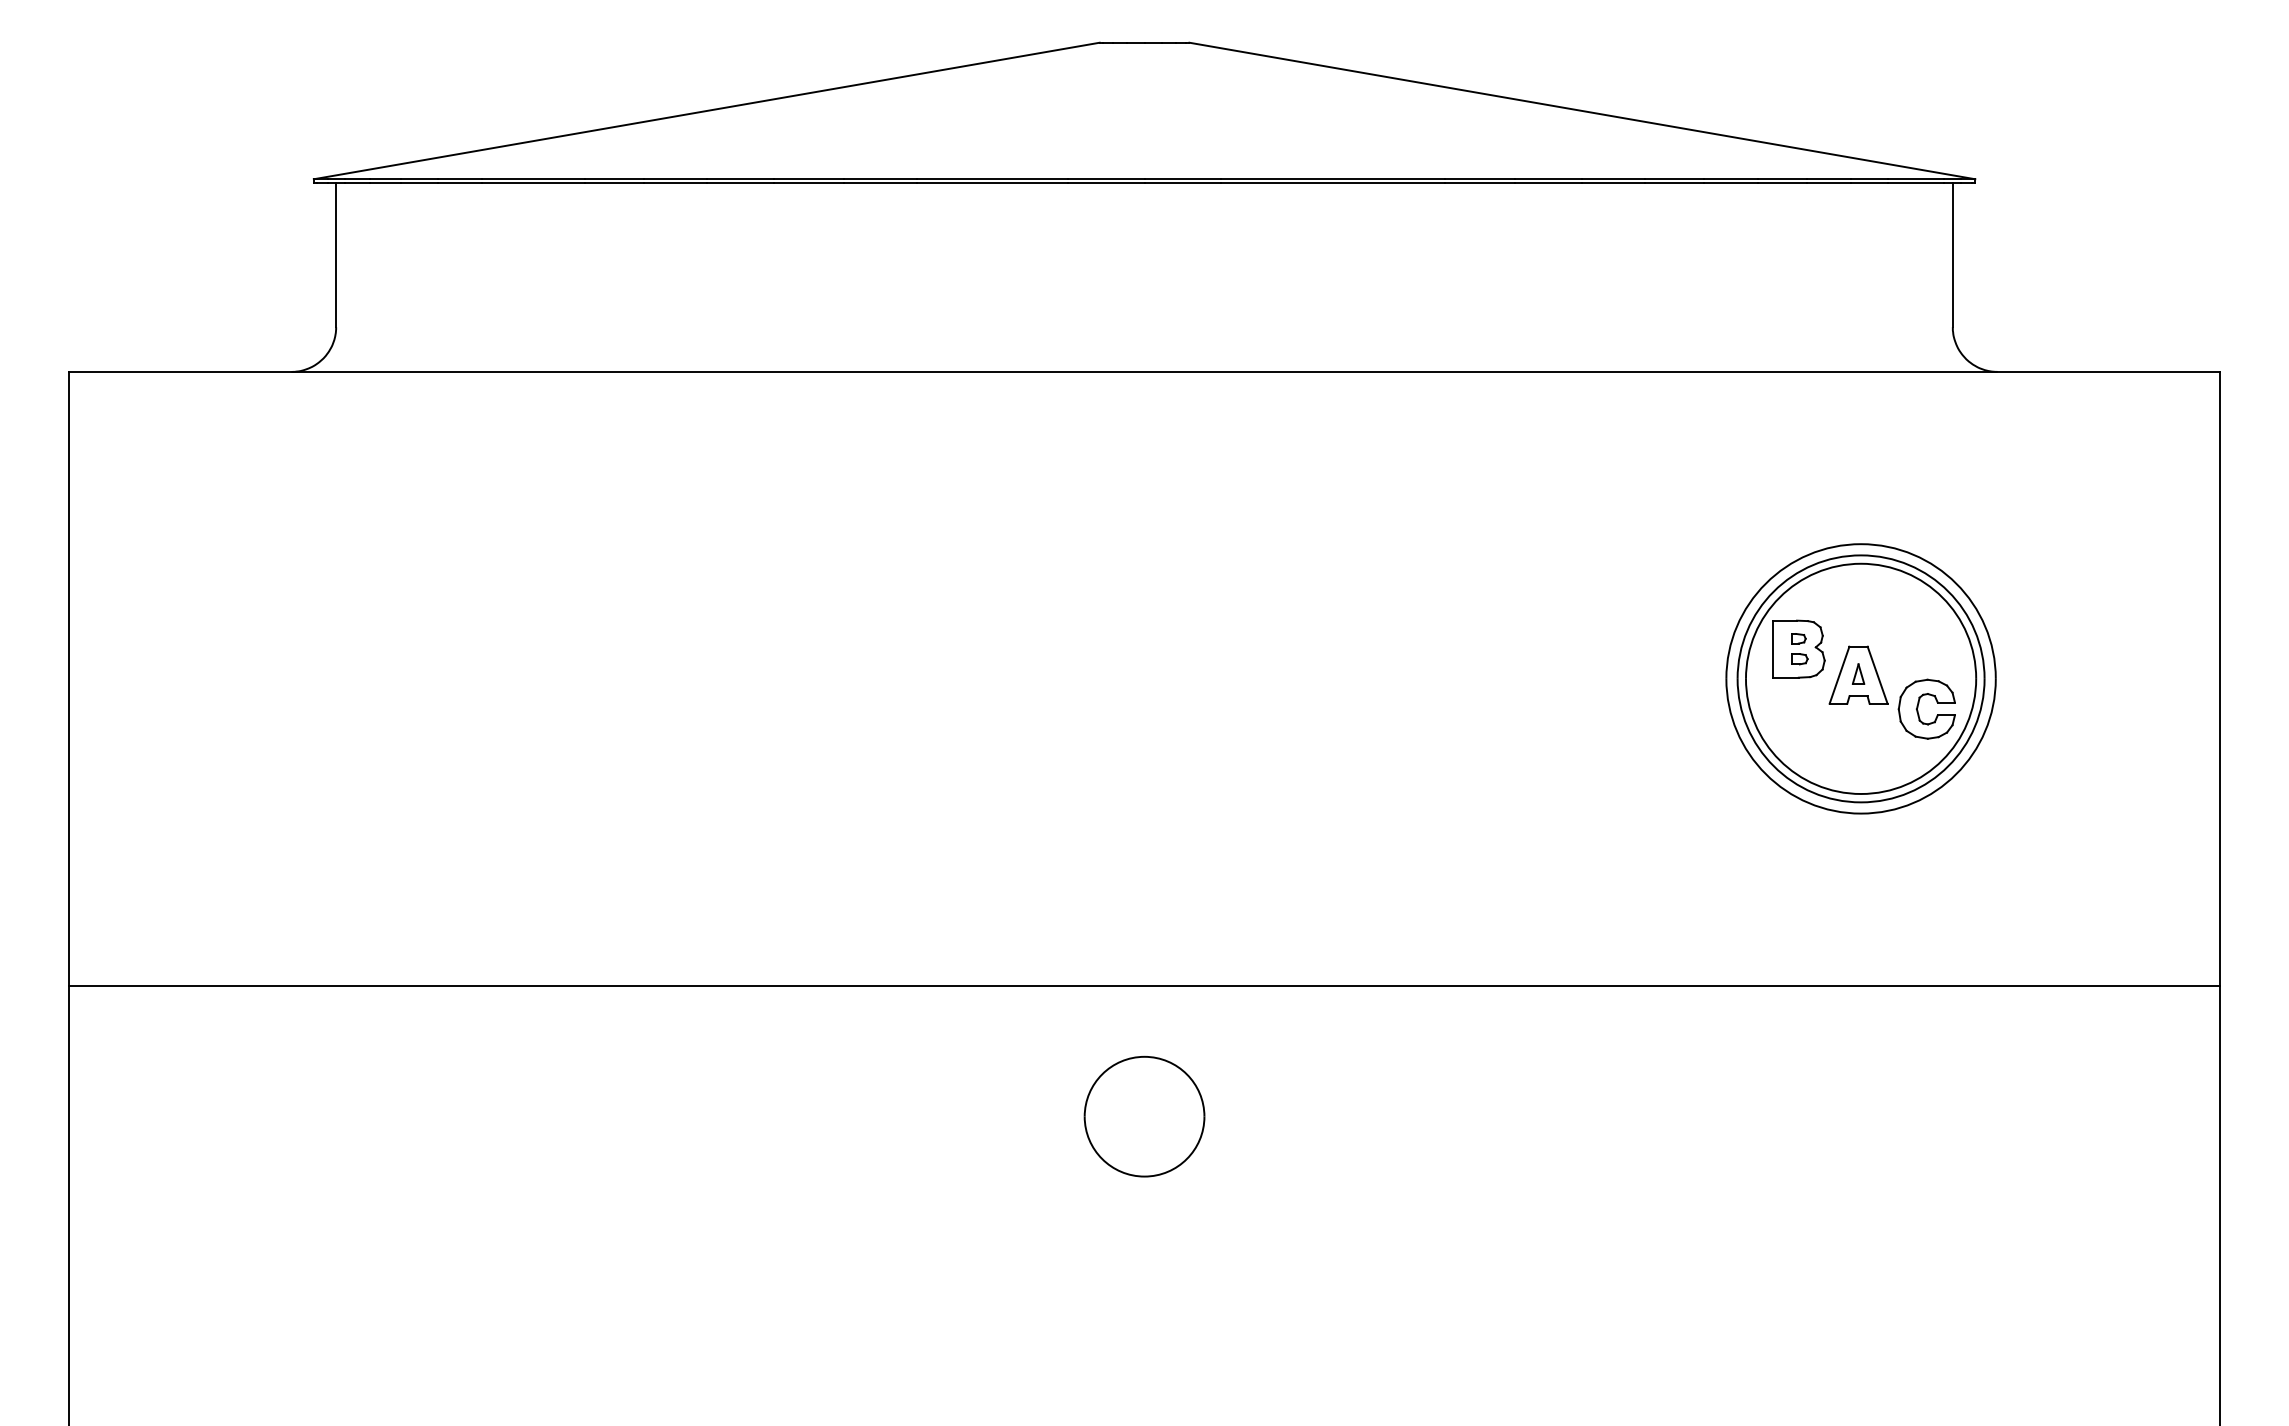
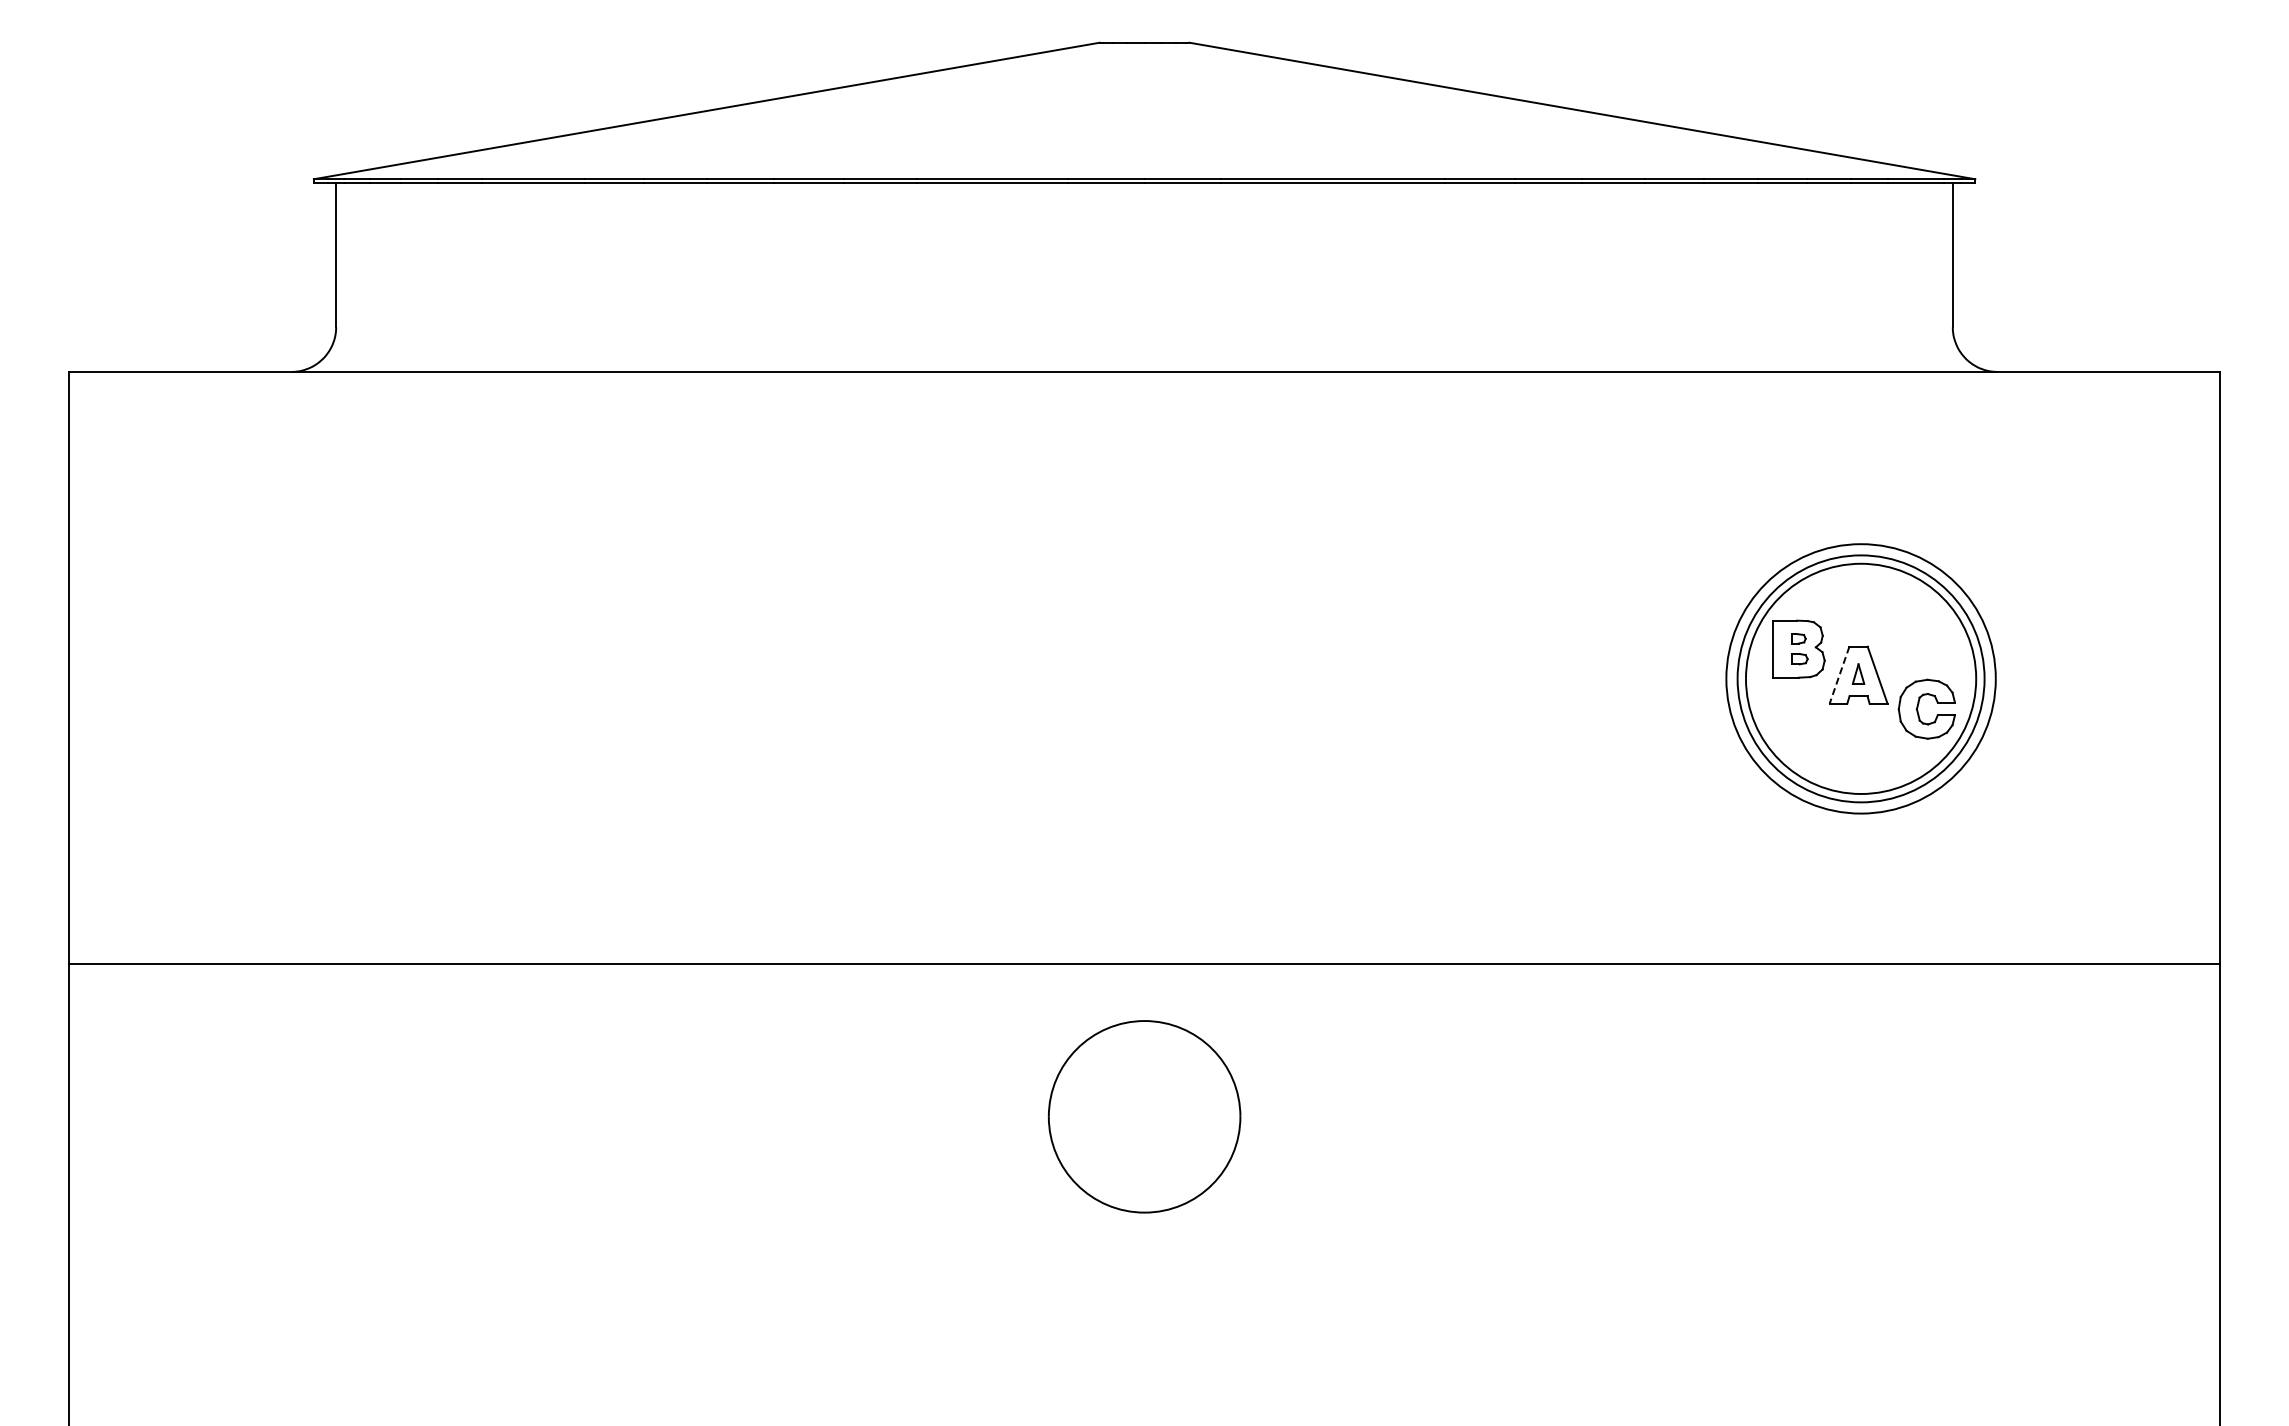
line at (1839, 675): solid -> dashed
line at (1144, 985) position: (1144, 985) -> (1144, 963)
part at (1144, 1116) size: 123x123 px -> 195x194 px
